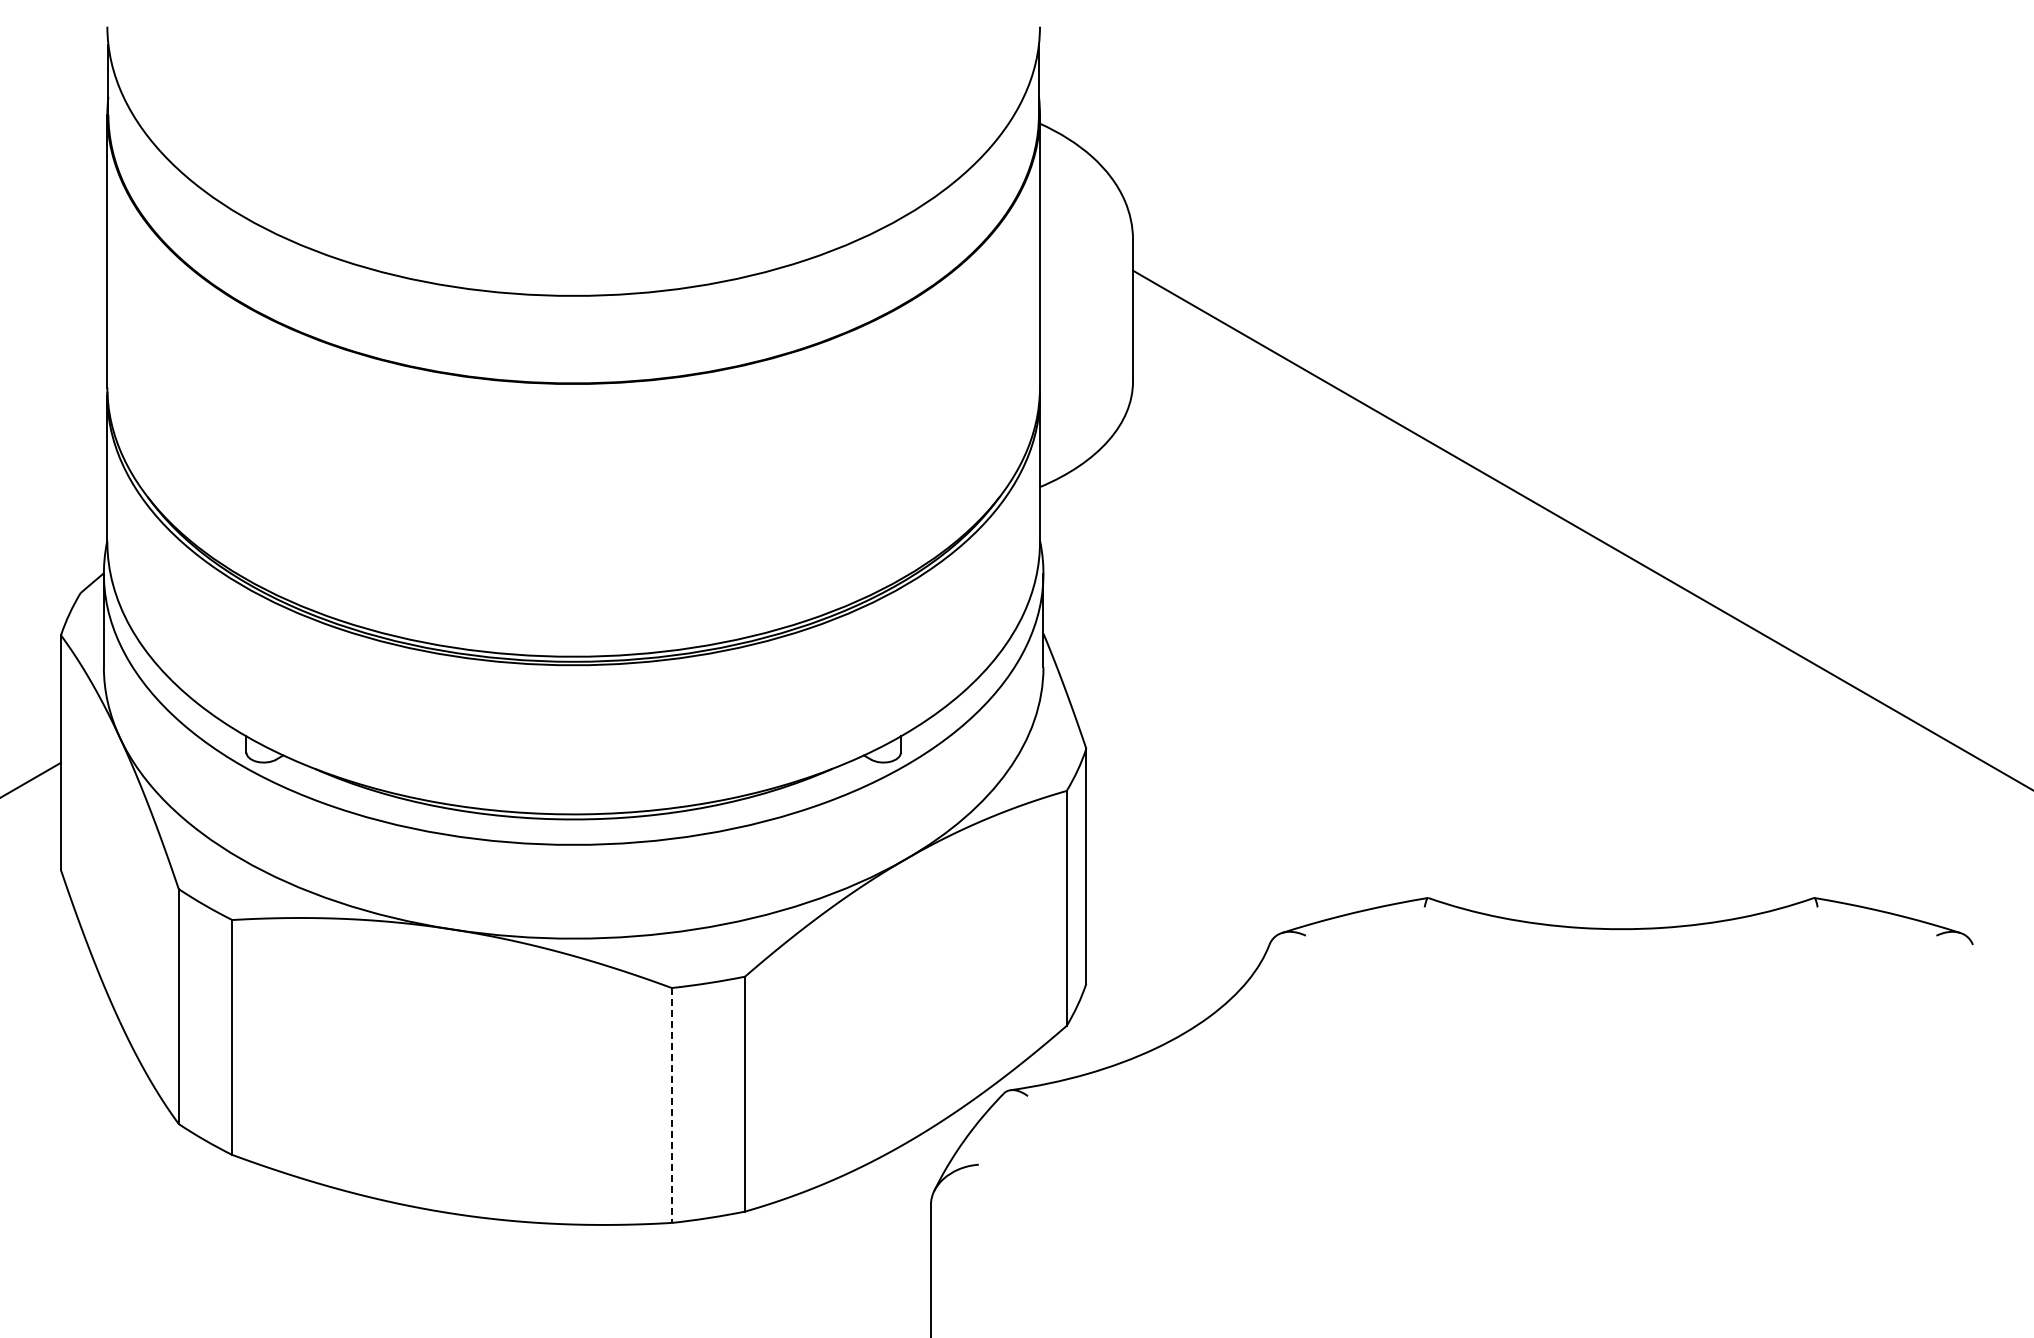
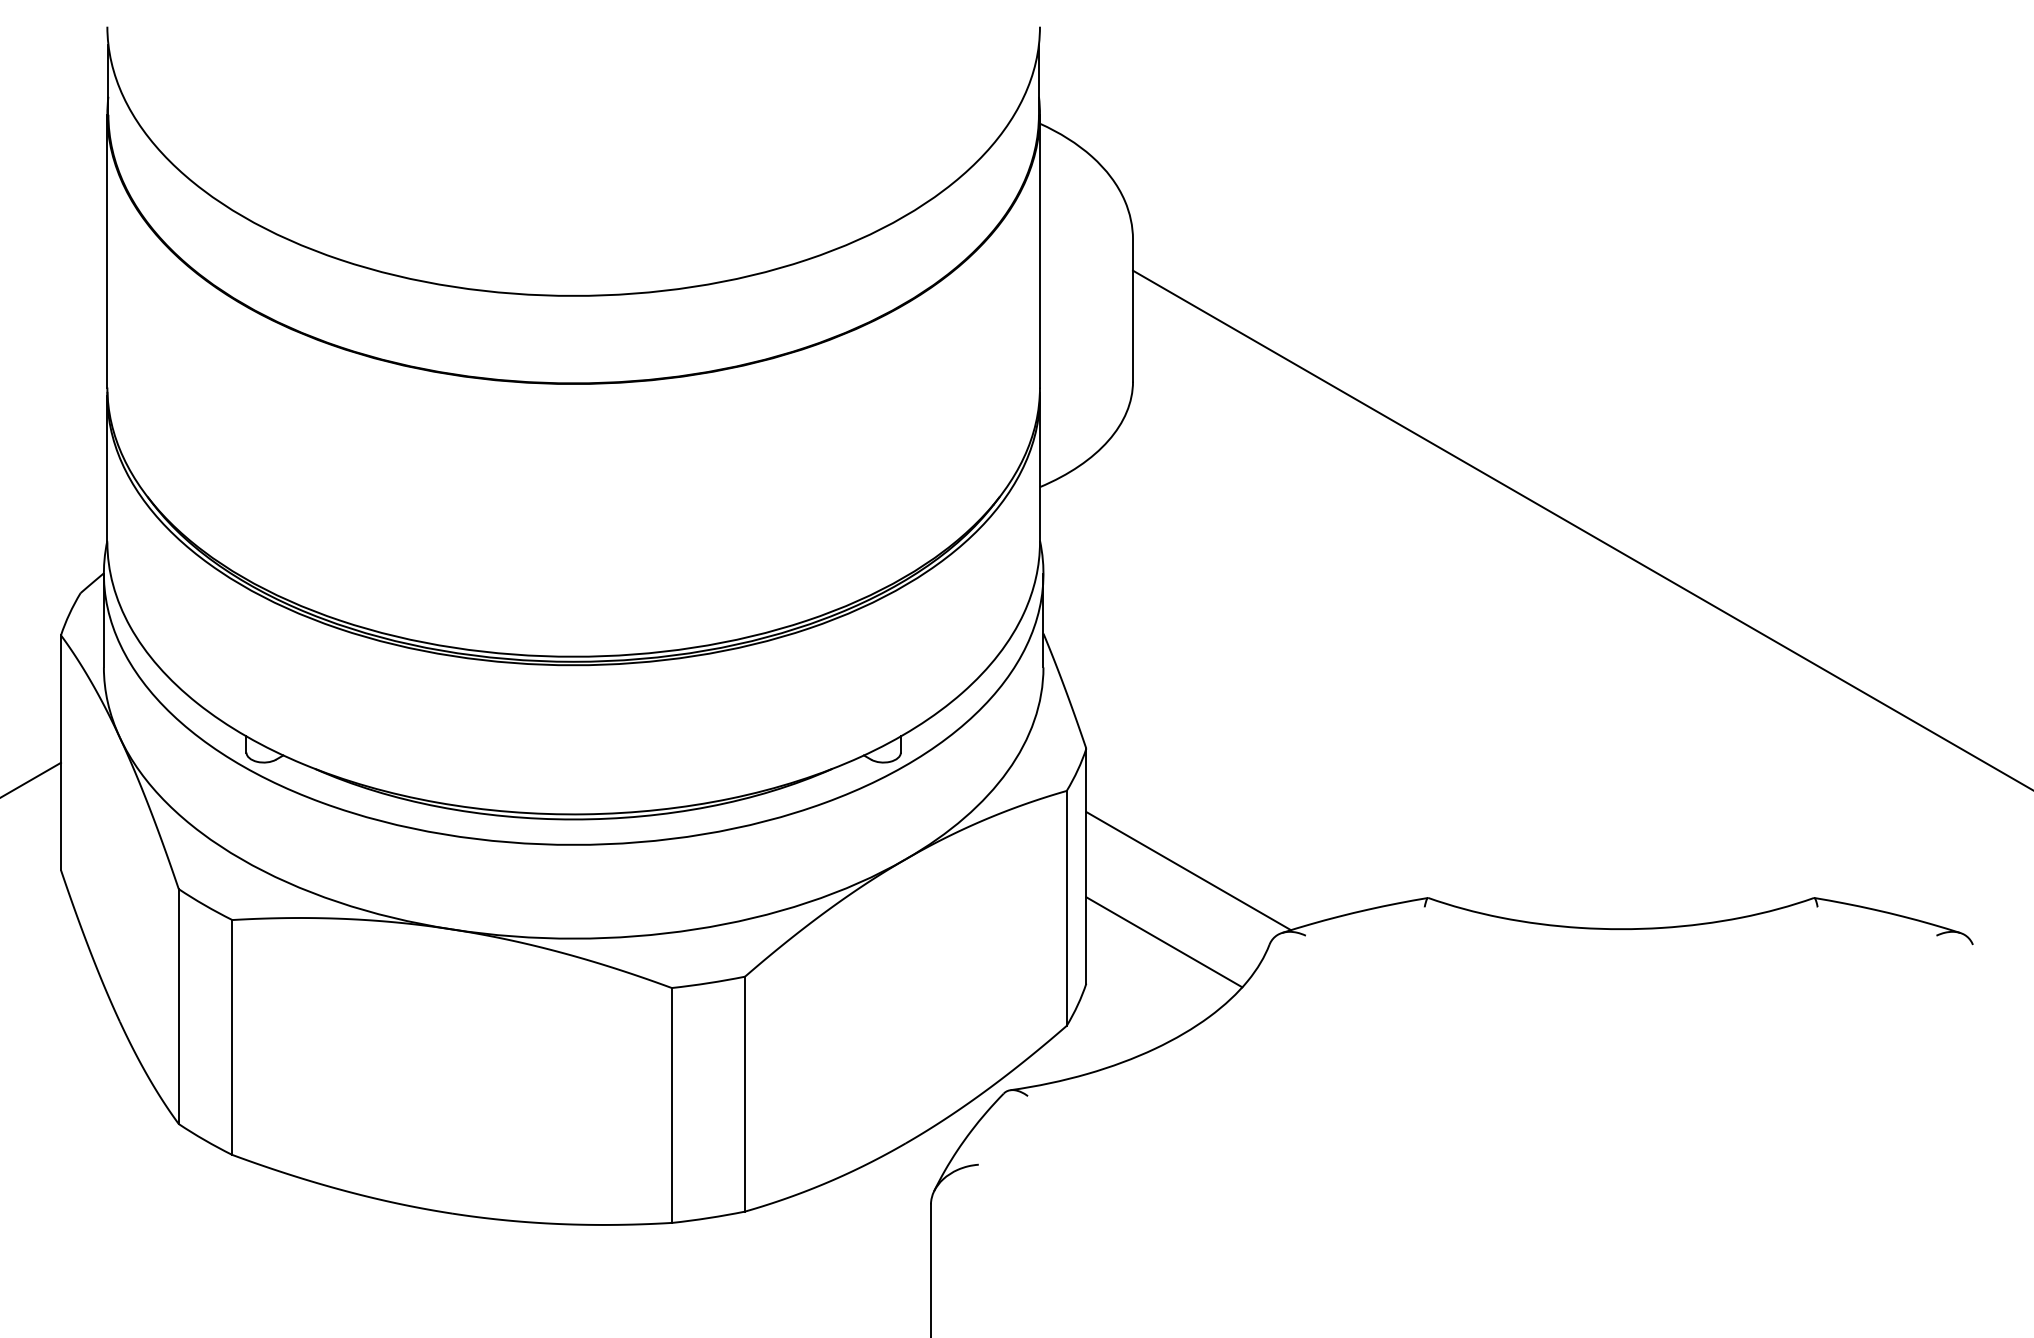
line at (1188, 871): none -> present
line at (1164, 942): none -> present
line at (671, 1105): dashed -> solid
